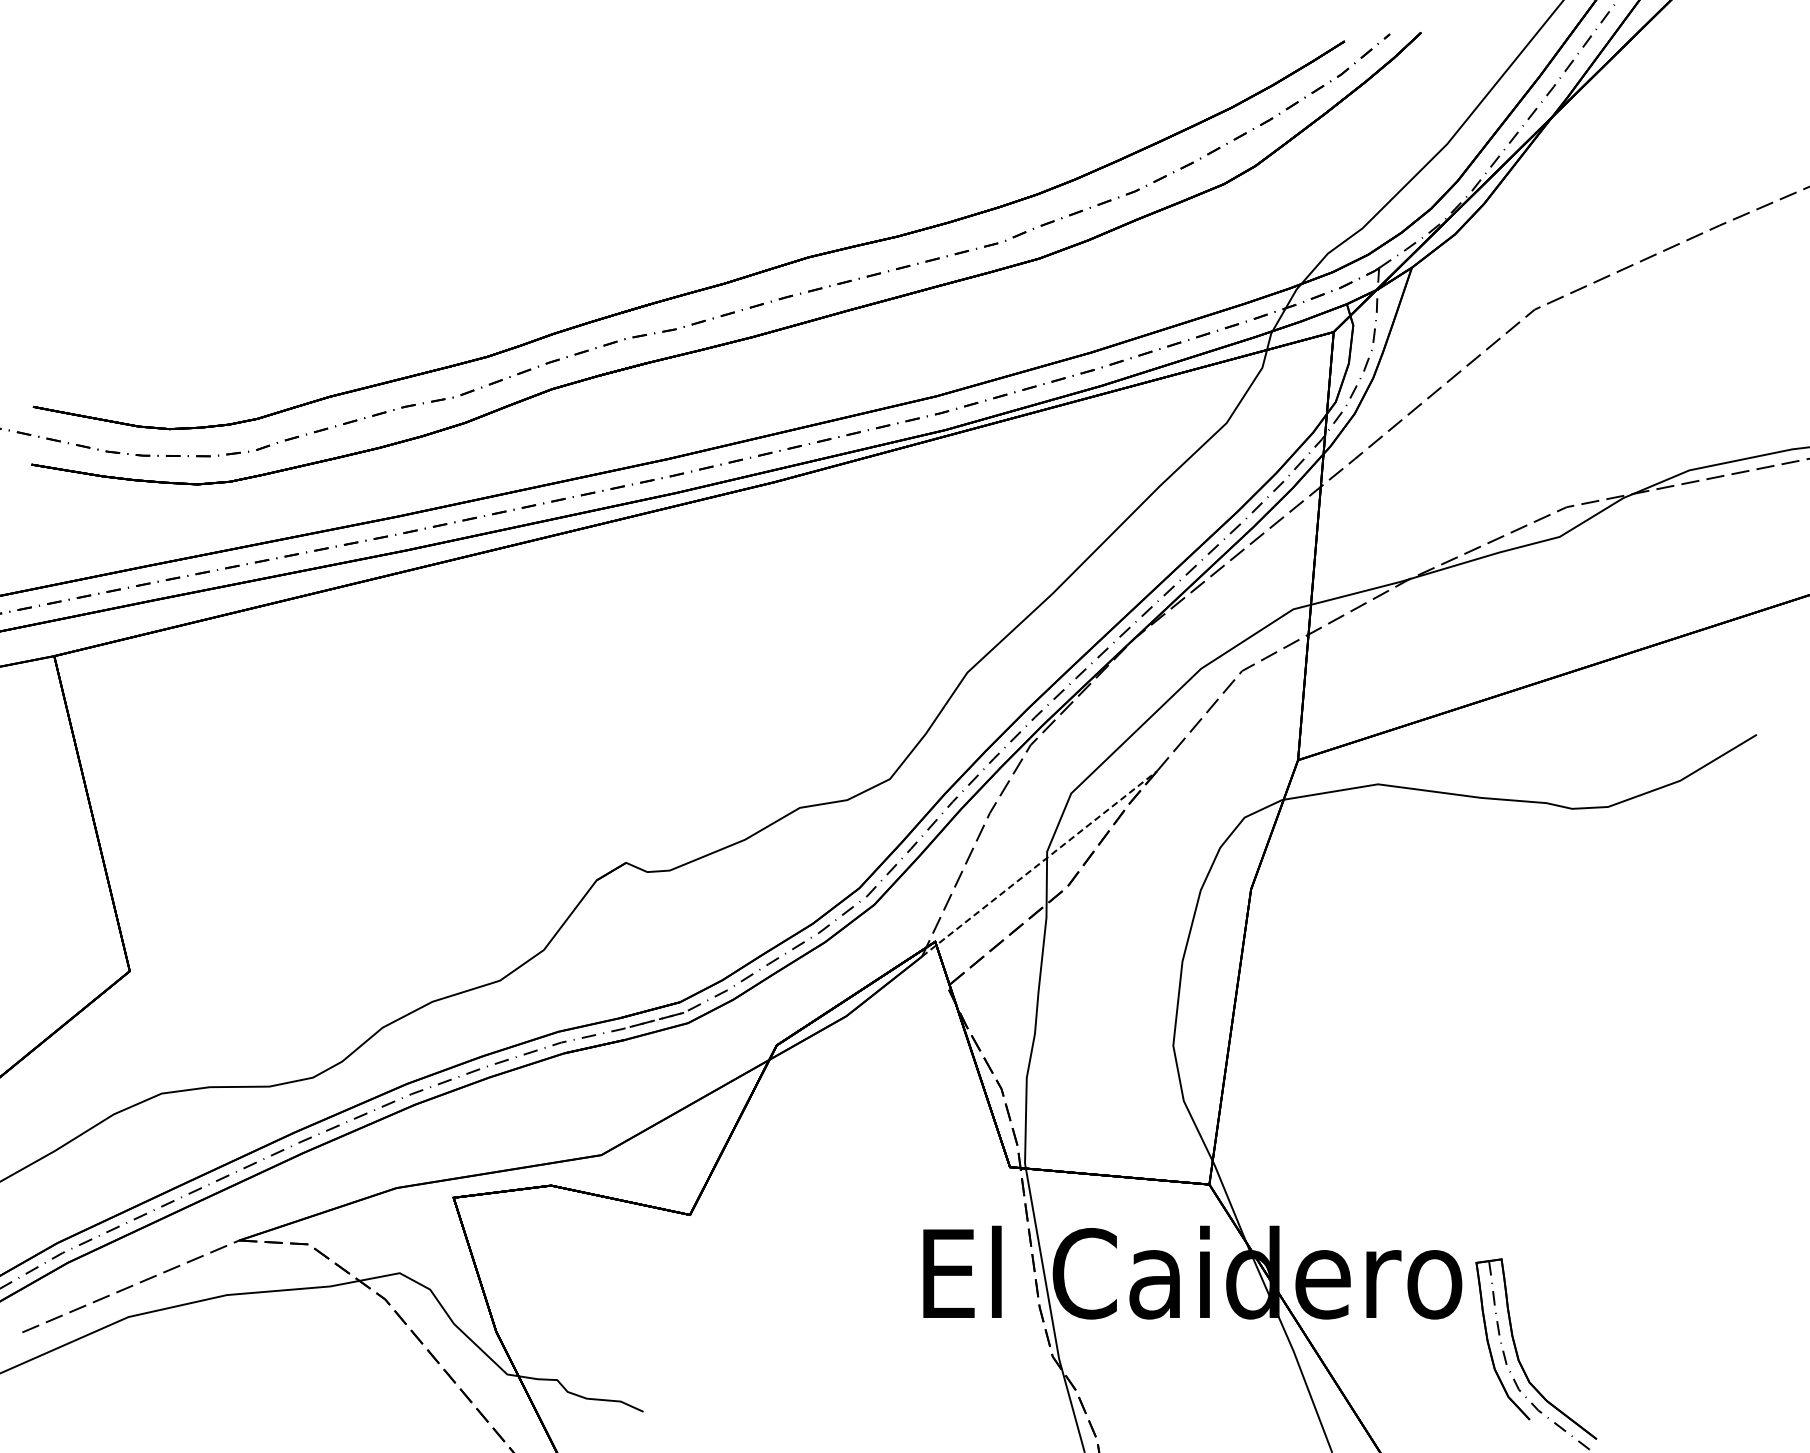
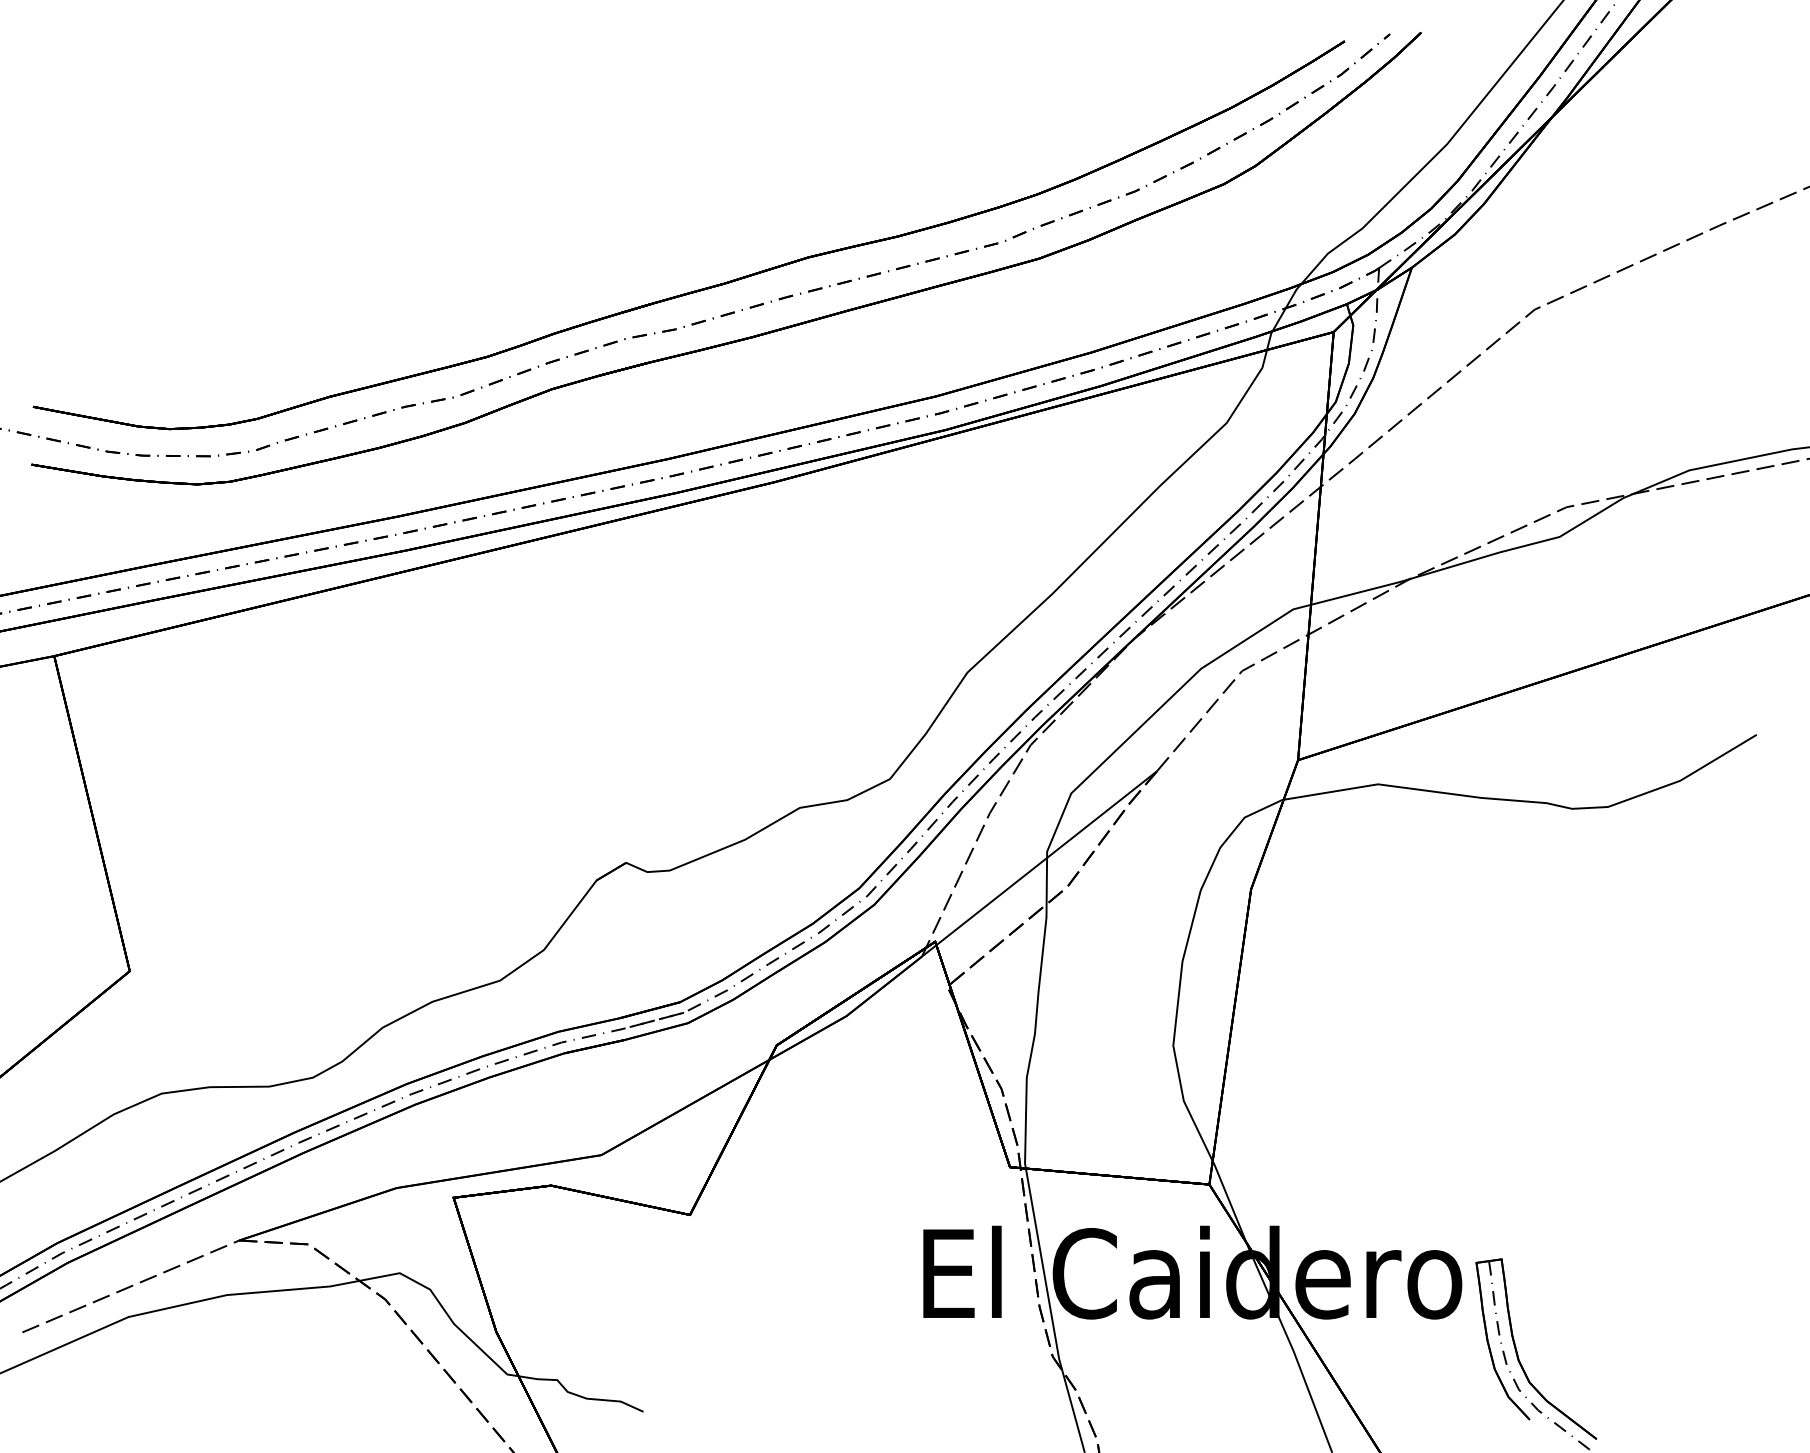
line at (1039, 863): dashed -> solid
